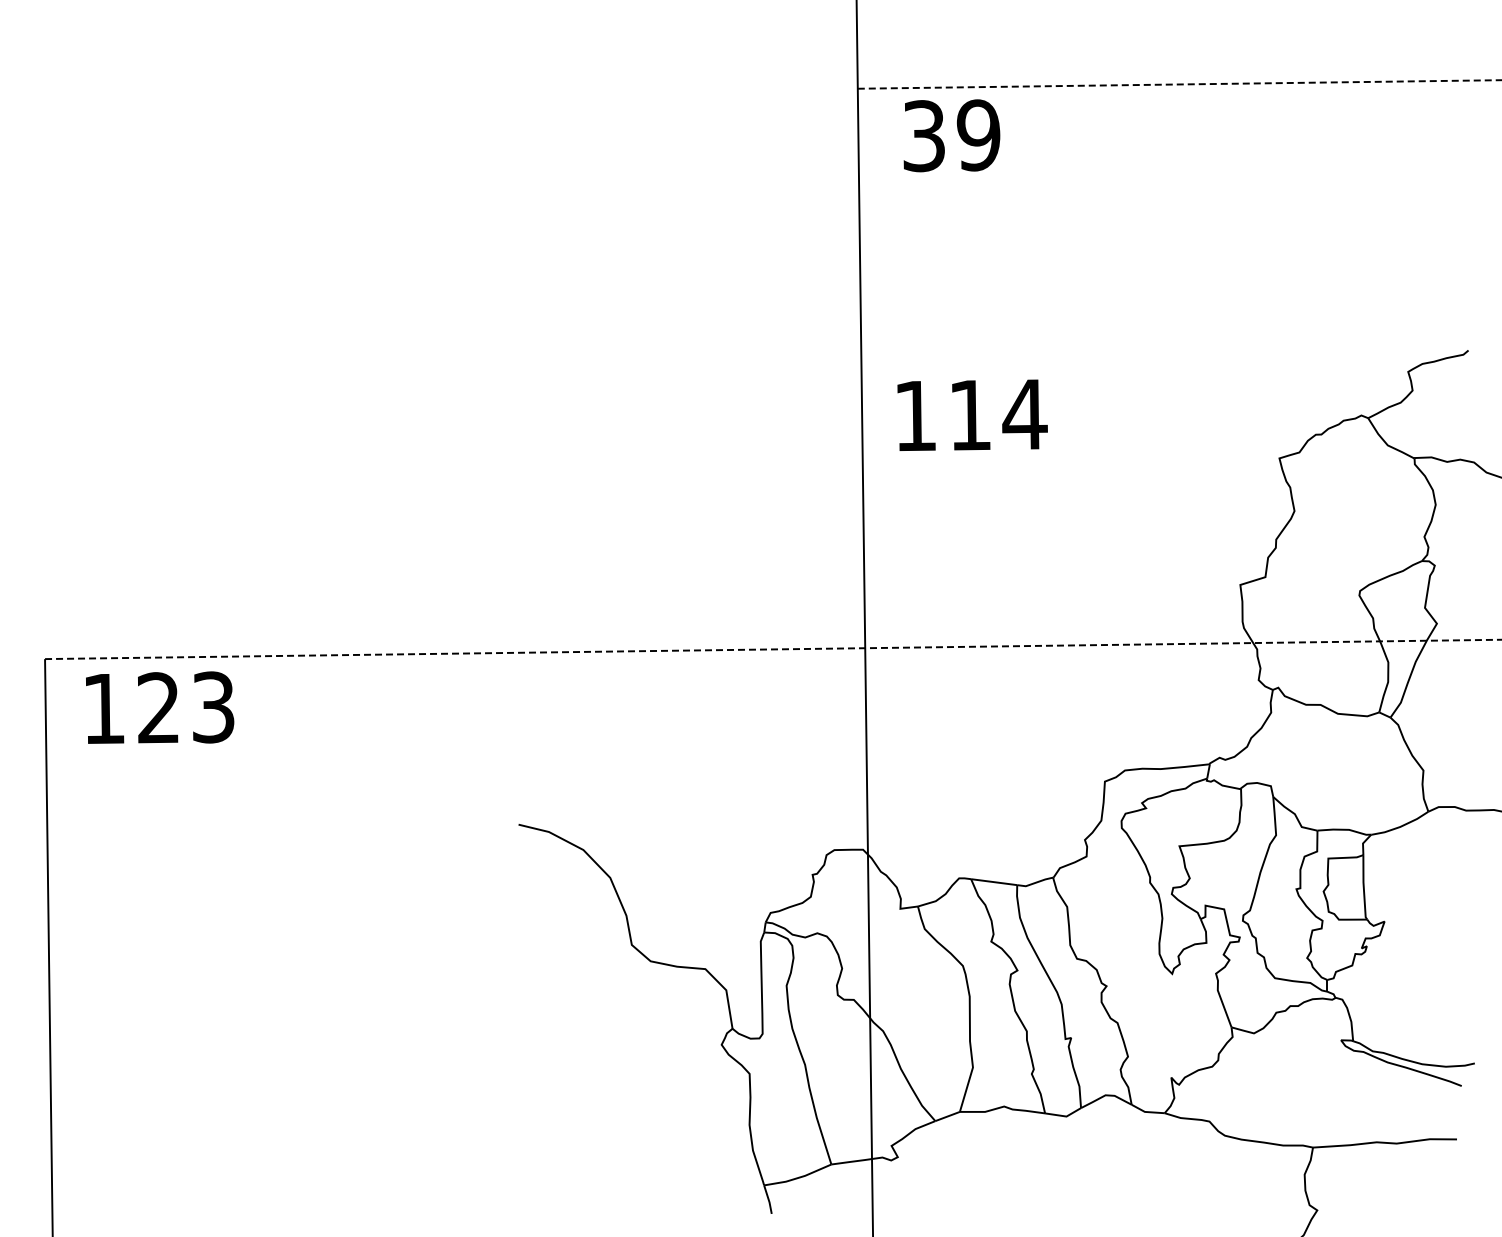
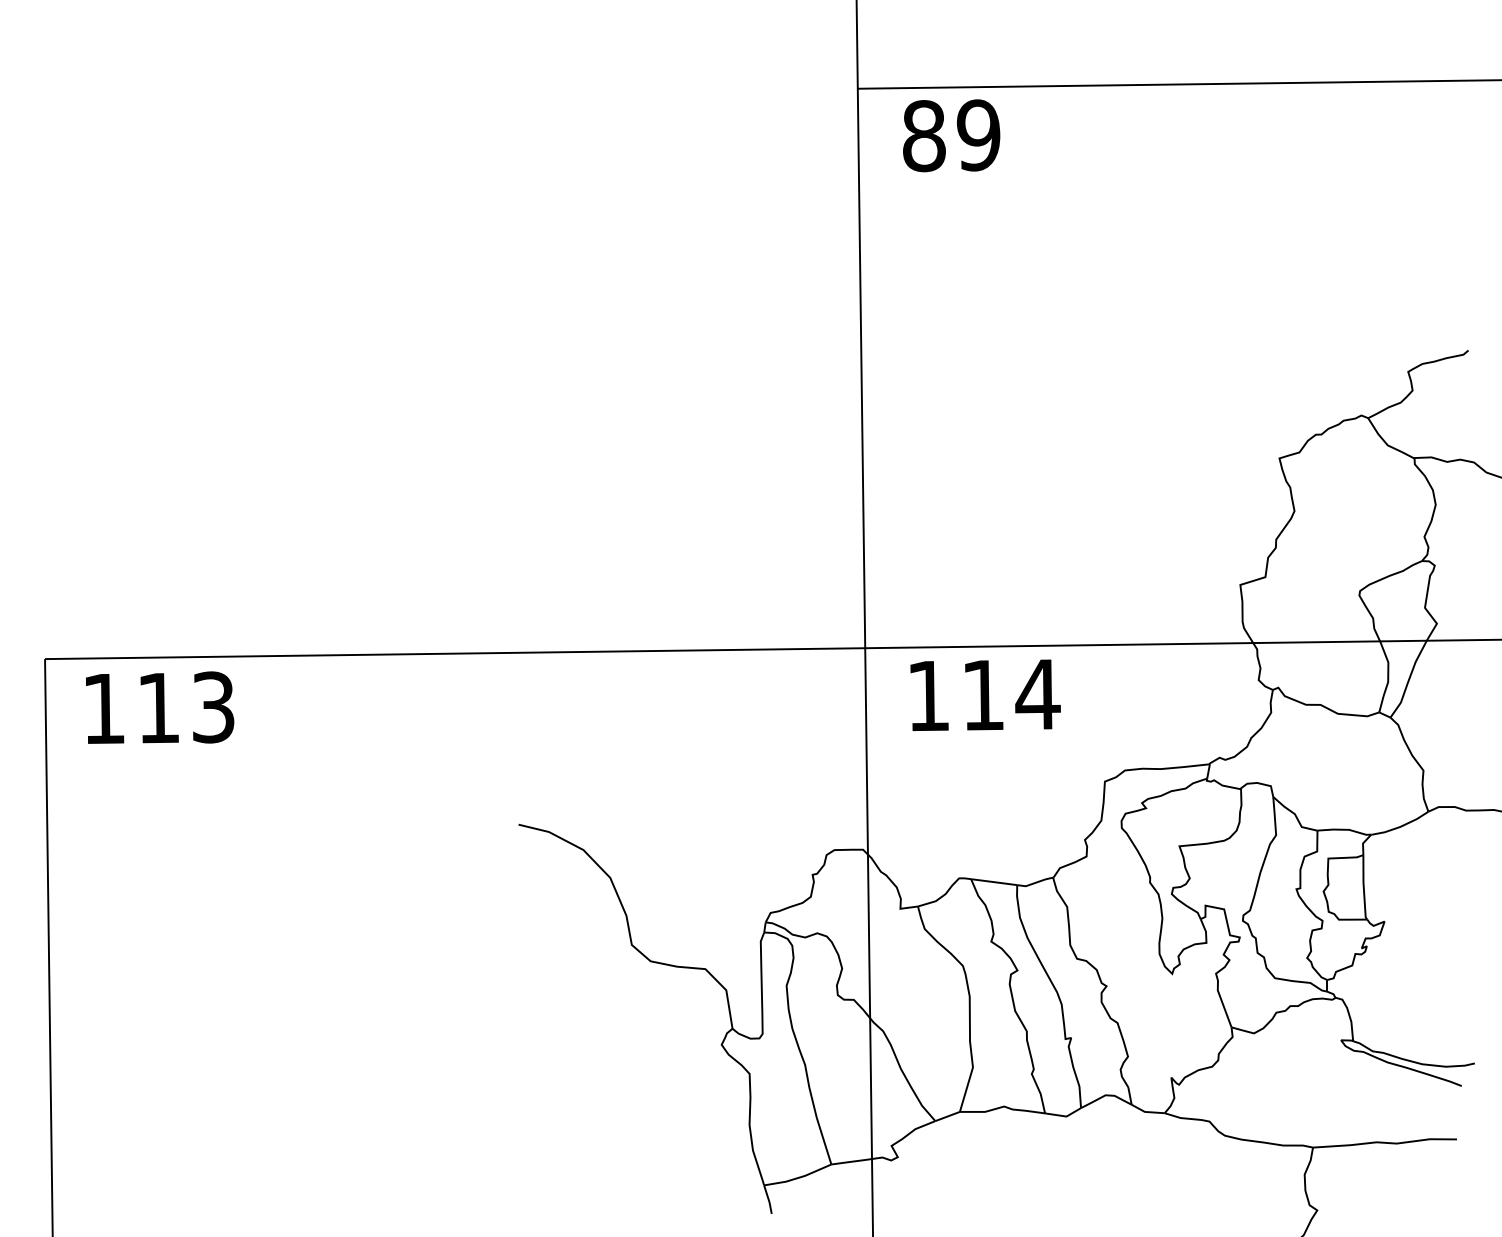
line at (1179, 84): dashed -> solid
text at (924, 136): 39 -> 89
text at (972, 414) position: (972, 414) -> (985, 694)
line at (773, 649): dashed -> solid
text at (158, 707): 123 -> 113
